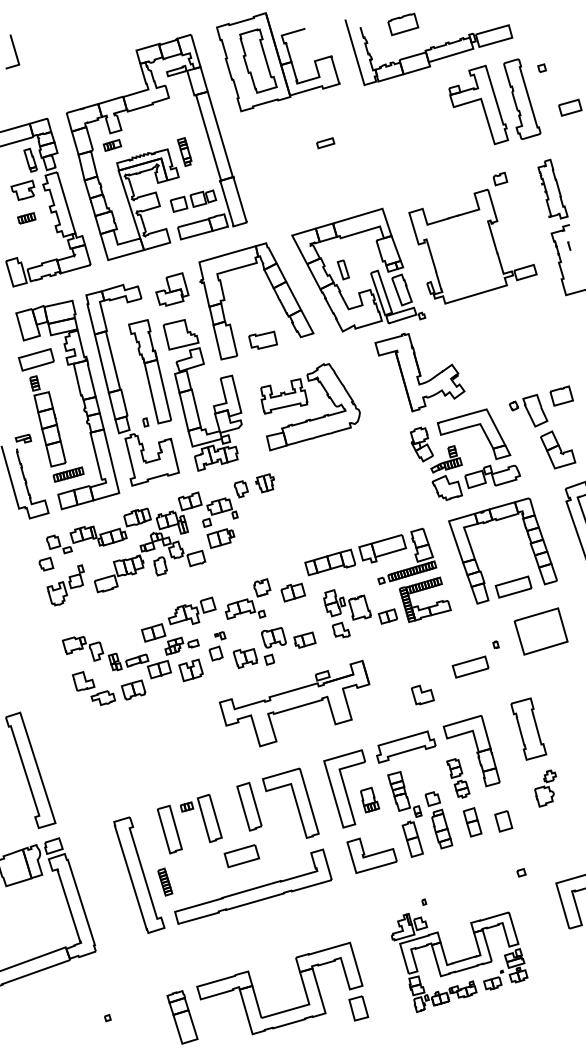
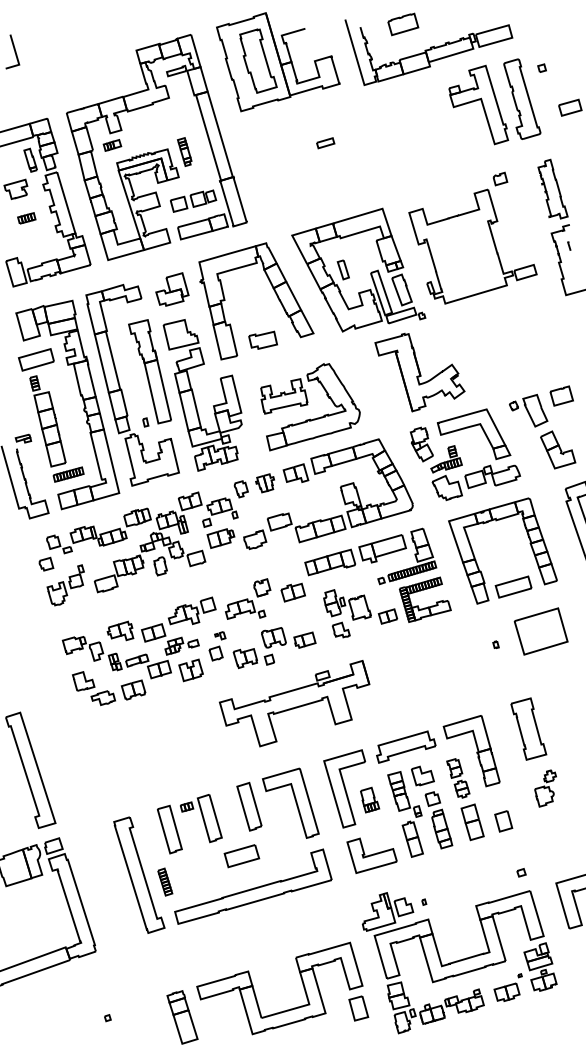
part at (22, 189) position: (22, 189) -> (15, 188)
part at (340, 491): none -> present
part at (120, 630): none -> present
part at (470, 666): present -> none
part at (422, 694) position: (422, 694) -> (422, 775)
part at (472, 822) size: 21x31 px -> 25x39 px
part at (459, 961) size: 138x102 px -> 197x145 px
